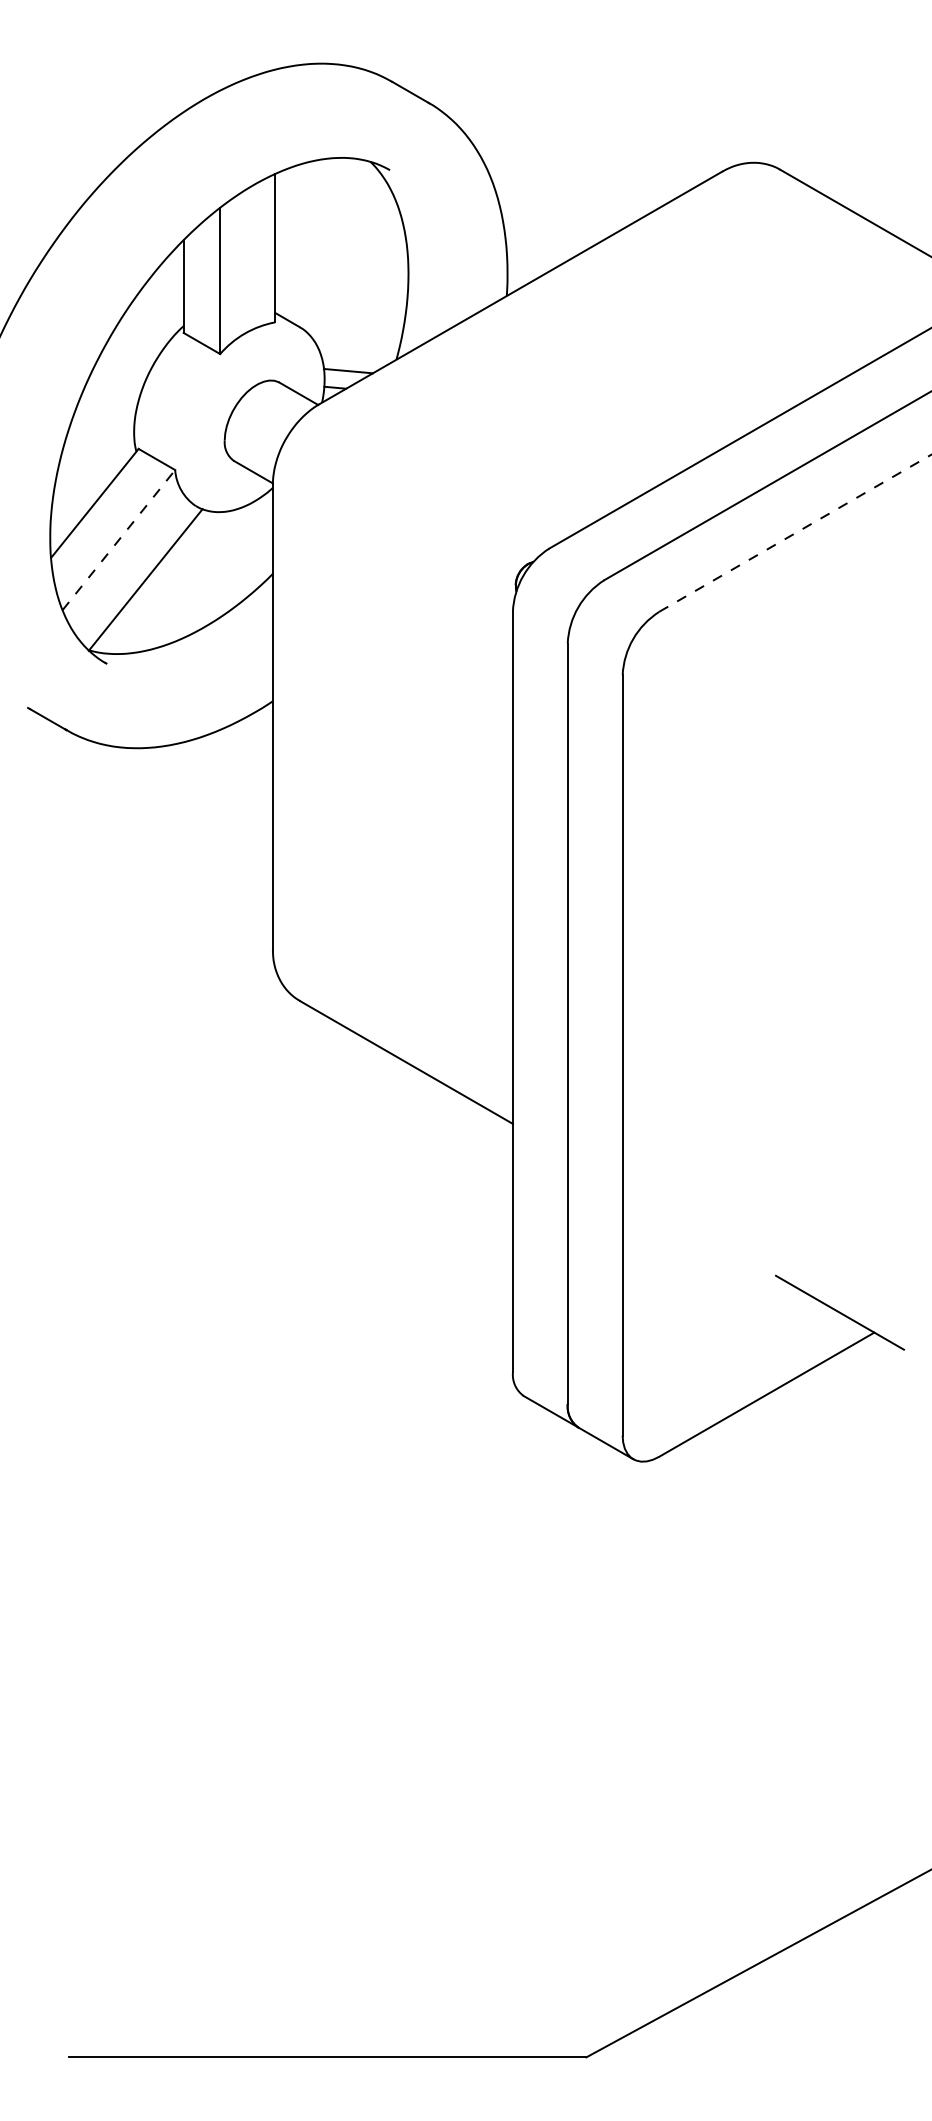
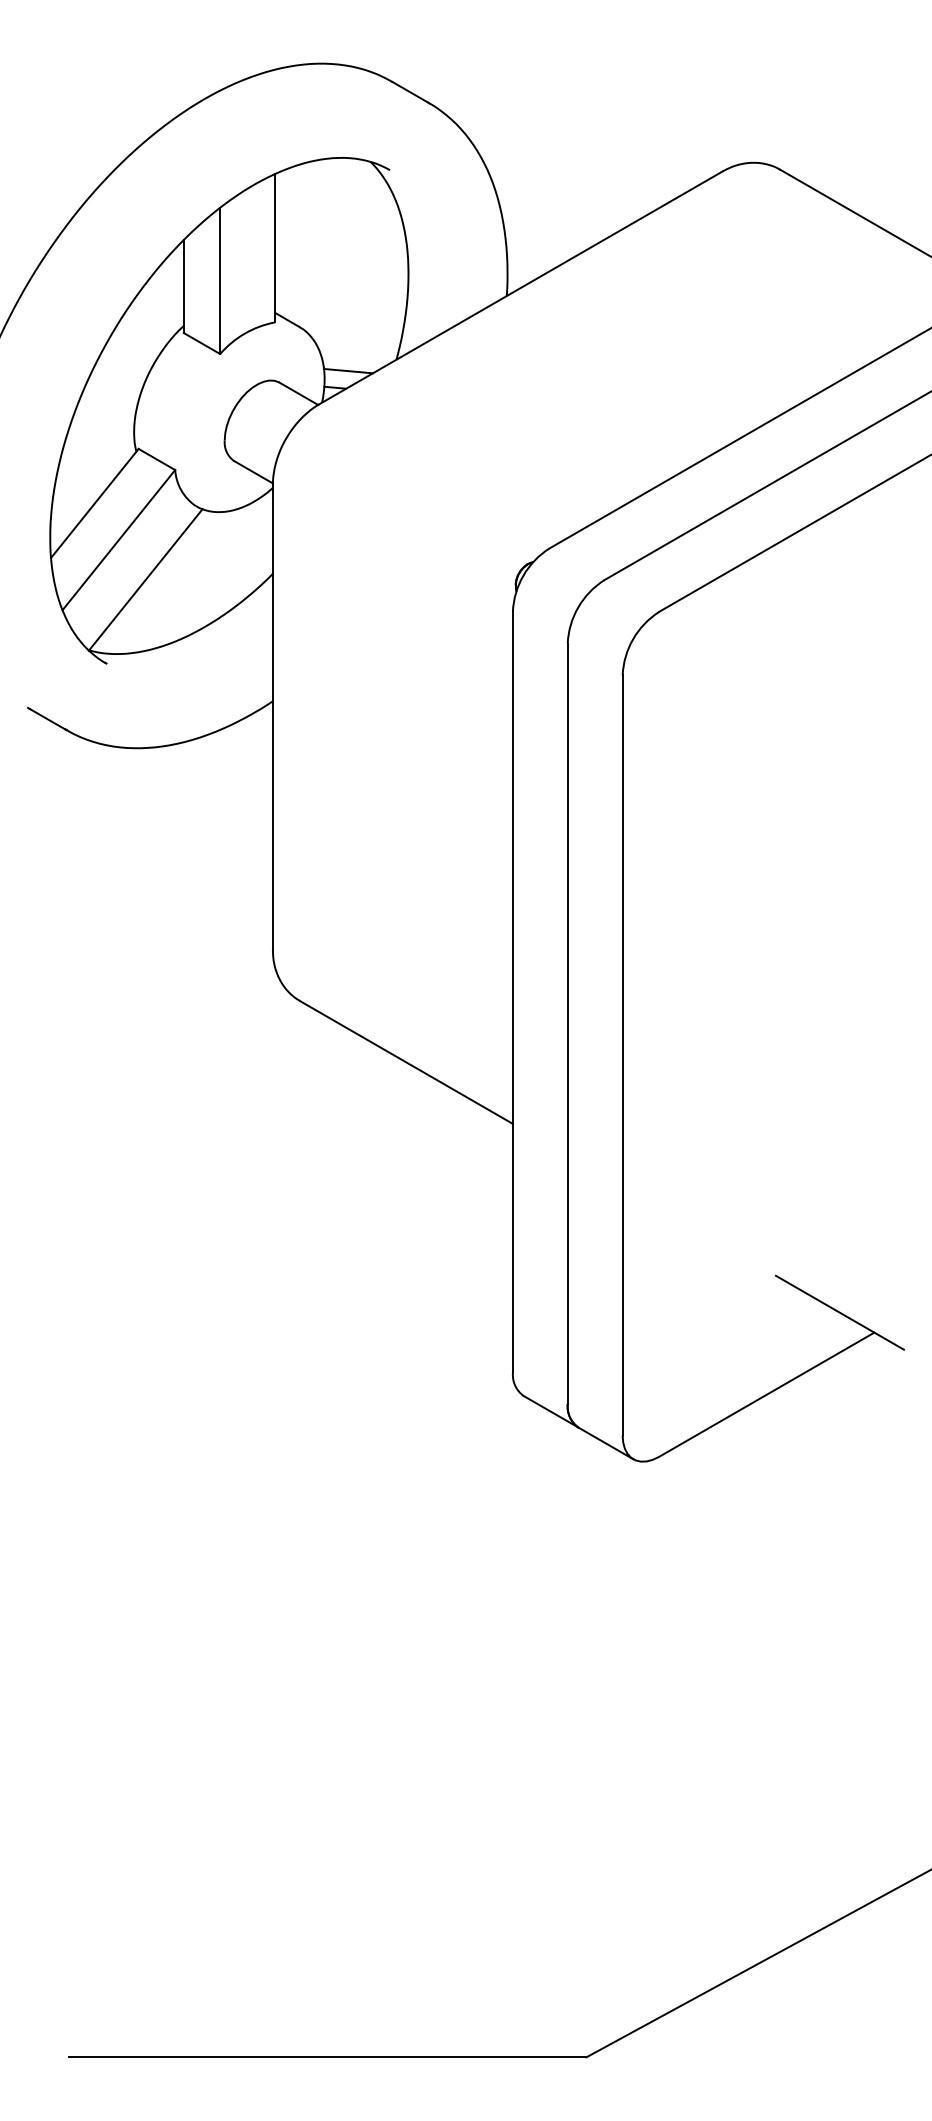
line at (795, 532): dashed -> solid
line at (118, 540): dashed -> solid
